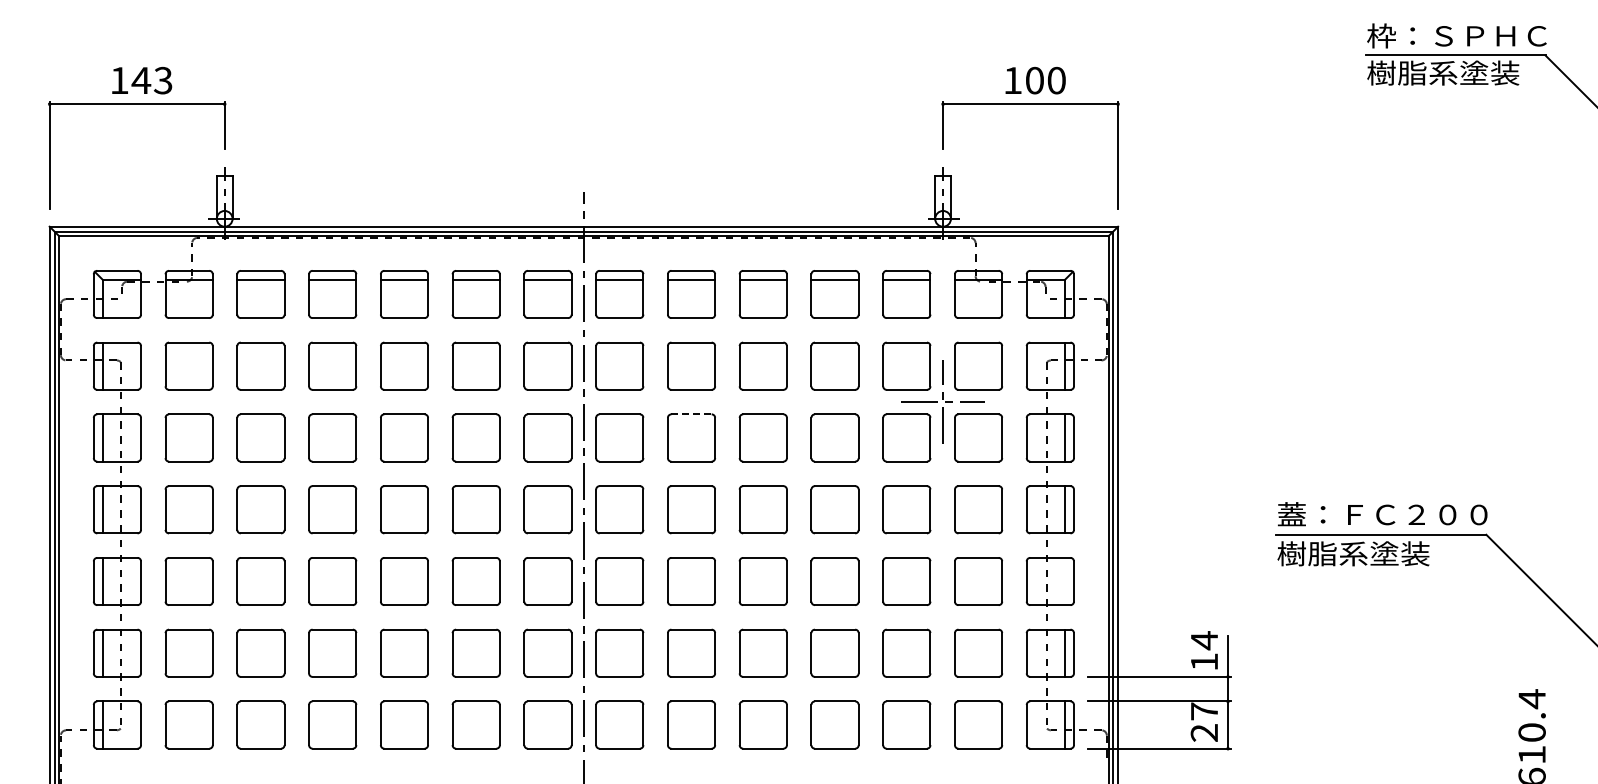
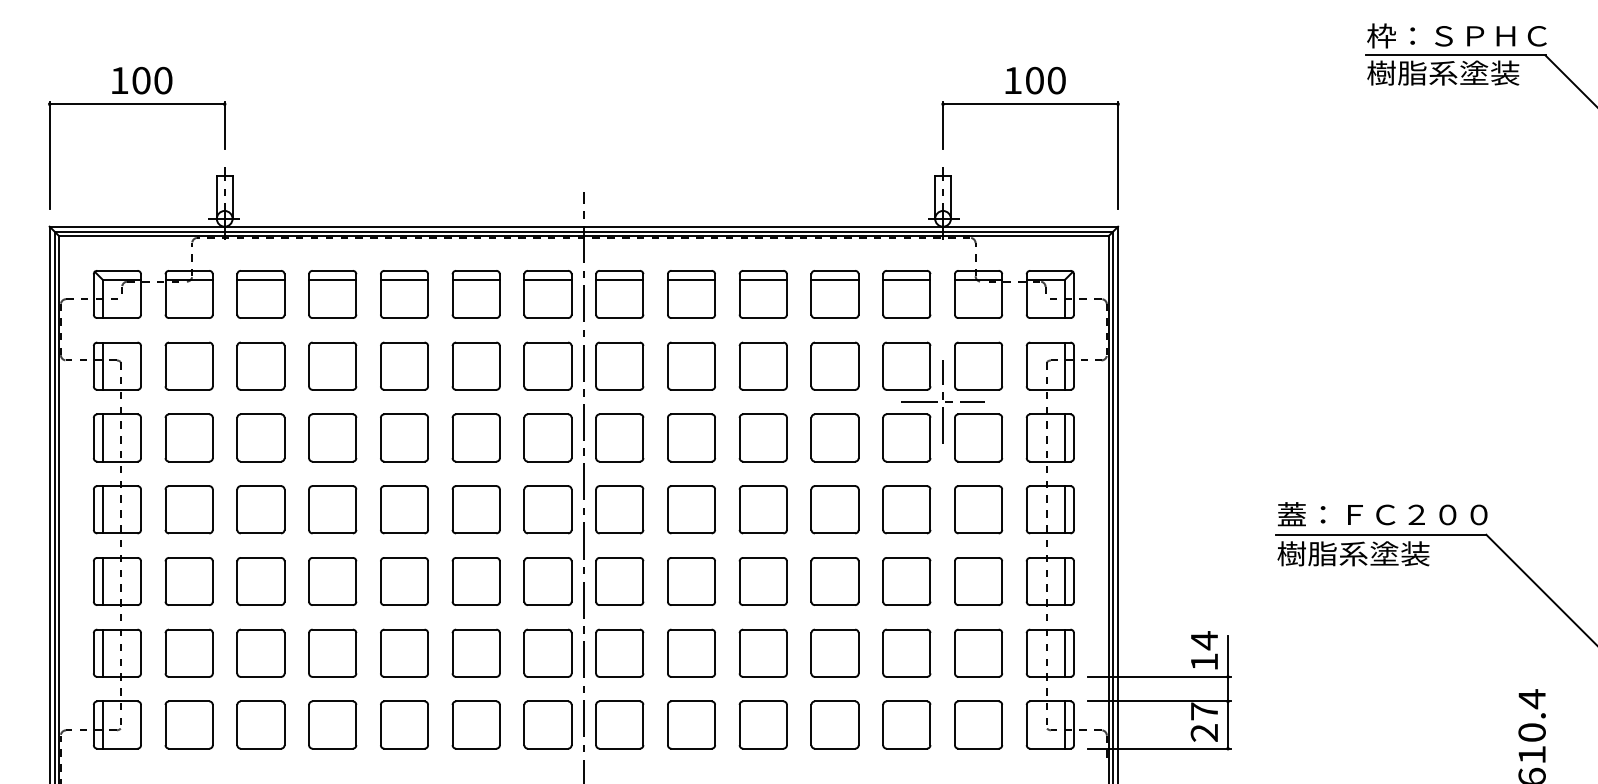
text at (151, 80): 143 -> 100
line at (692, 414): dashed -> solid
line at (1065, 581): none -> present
